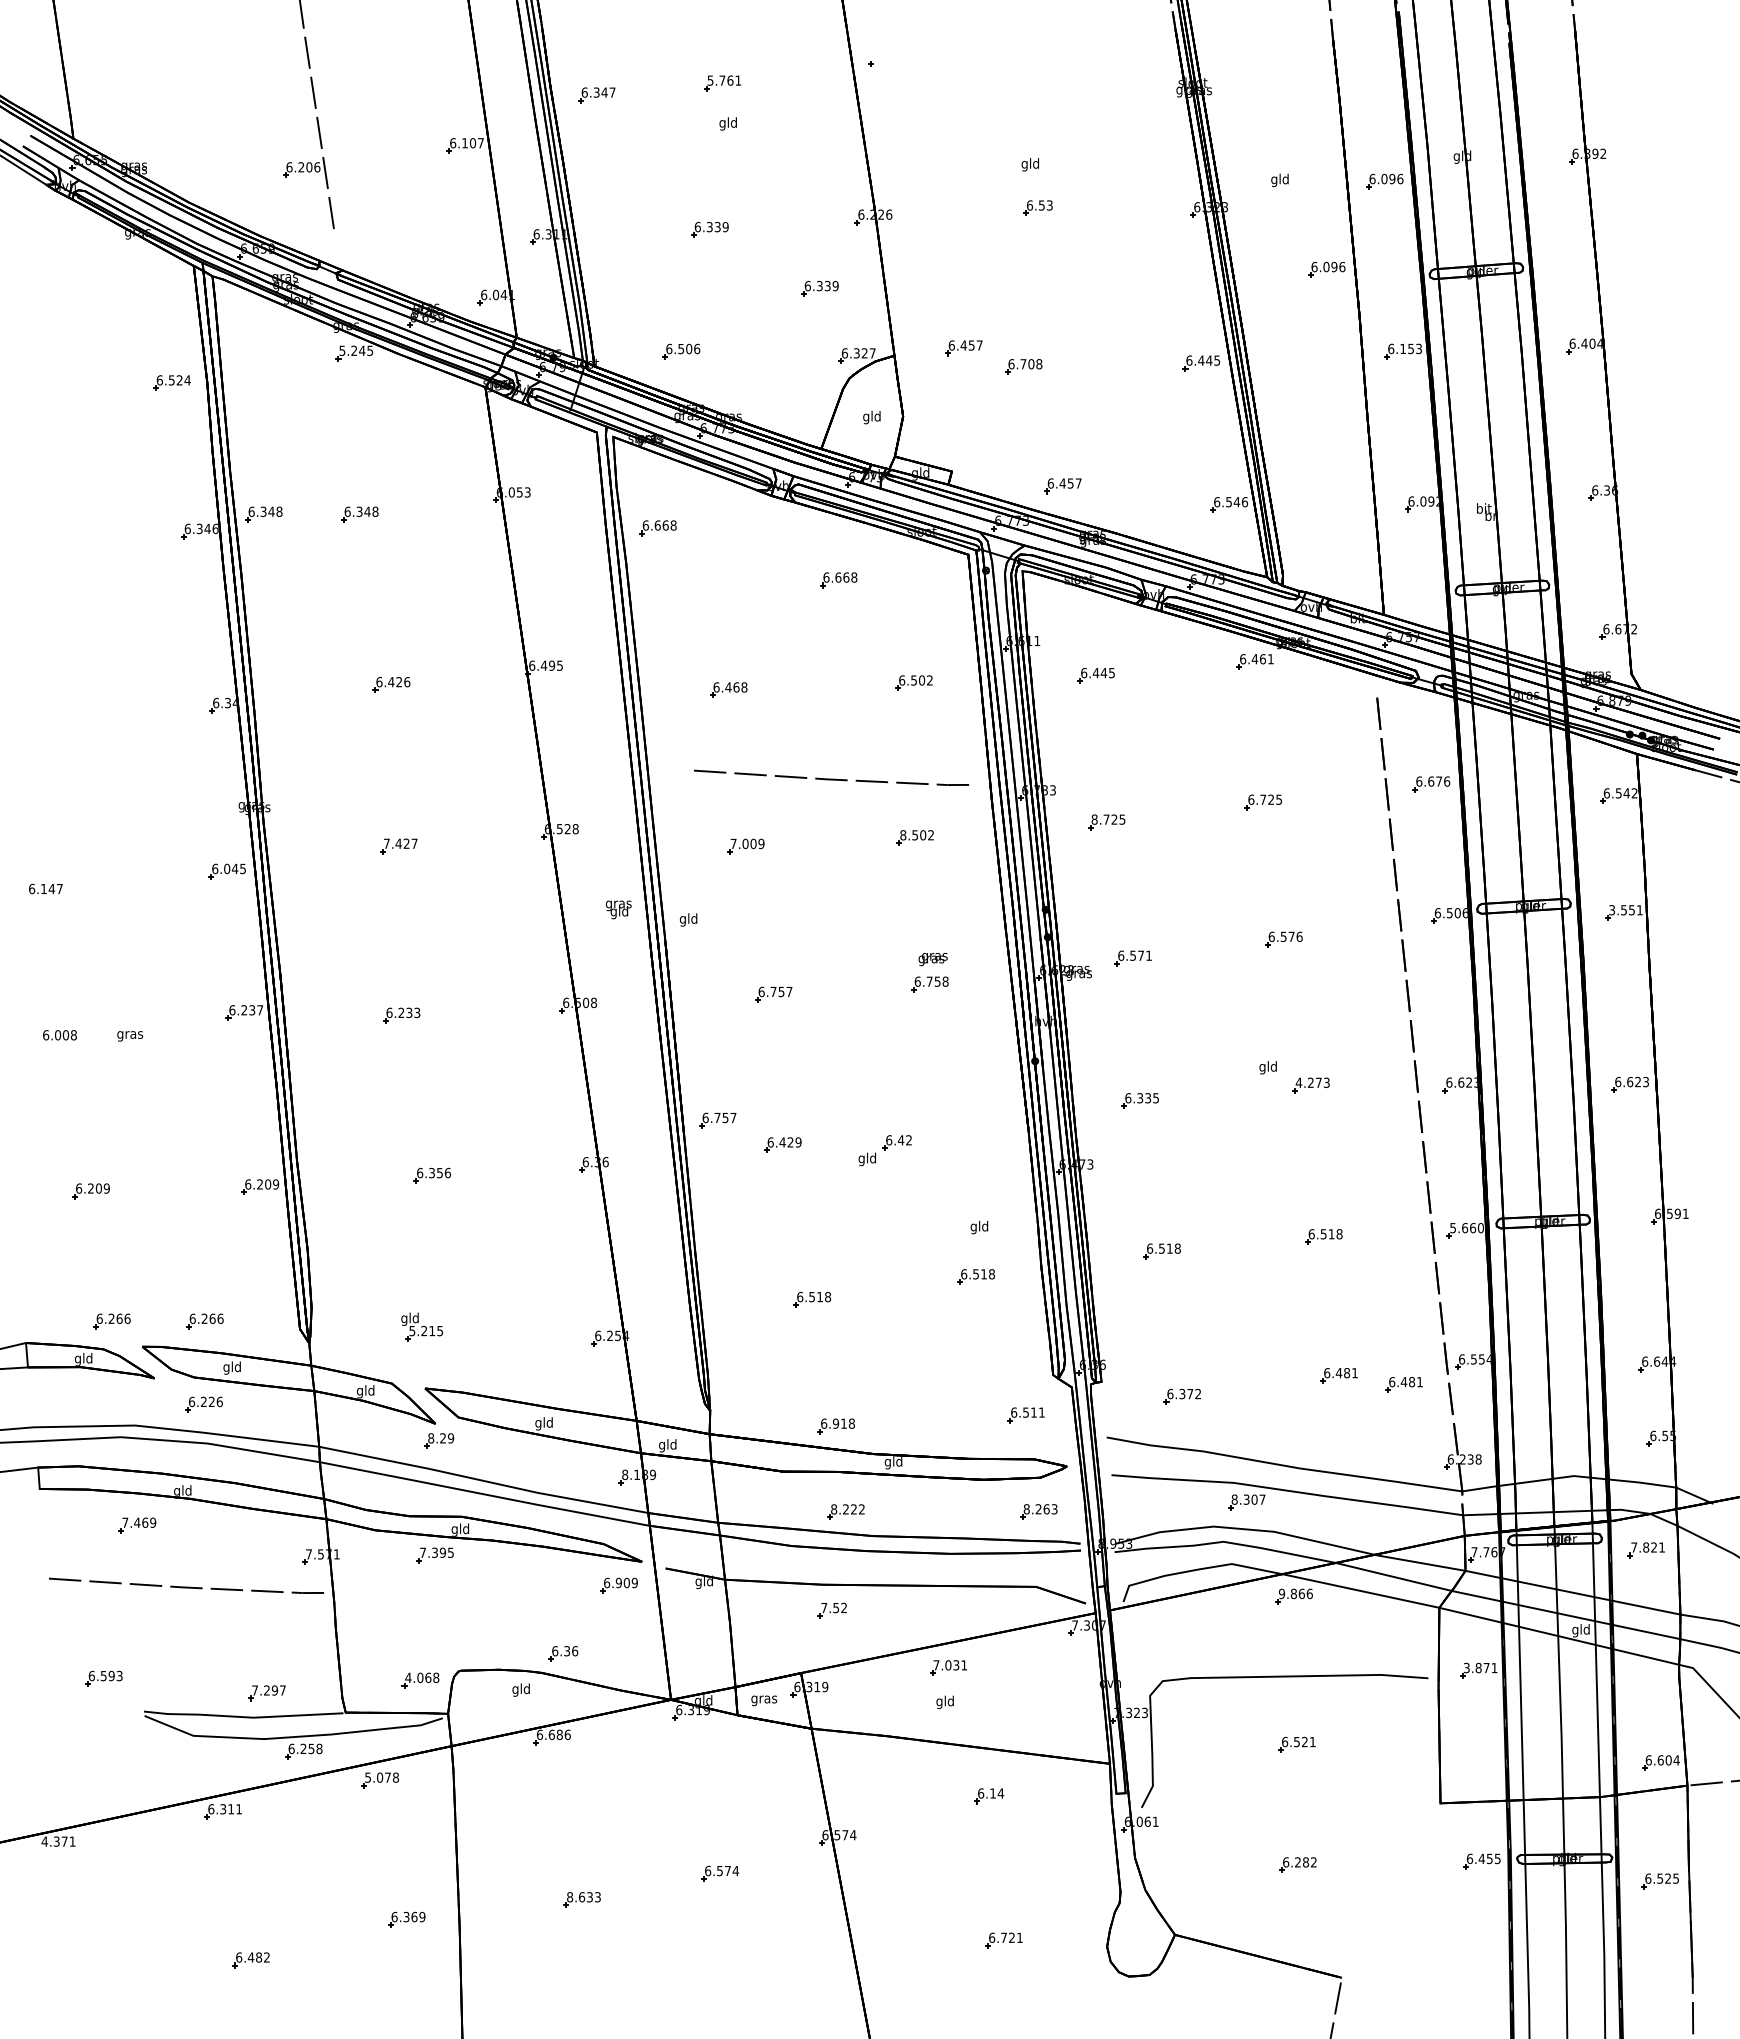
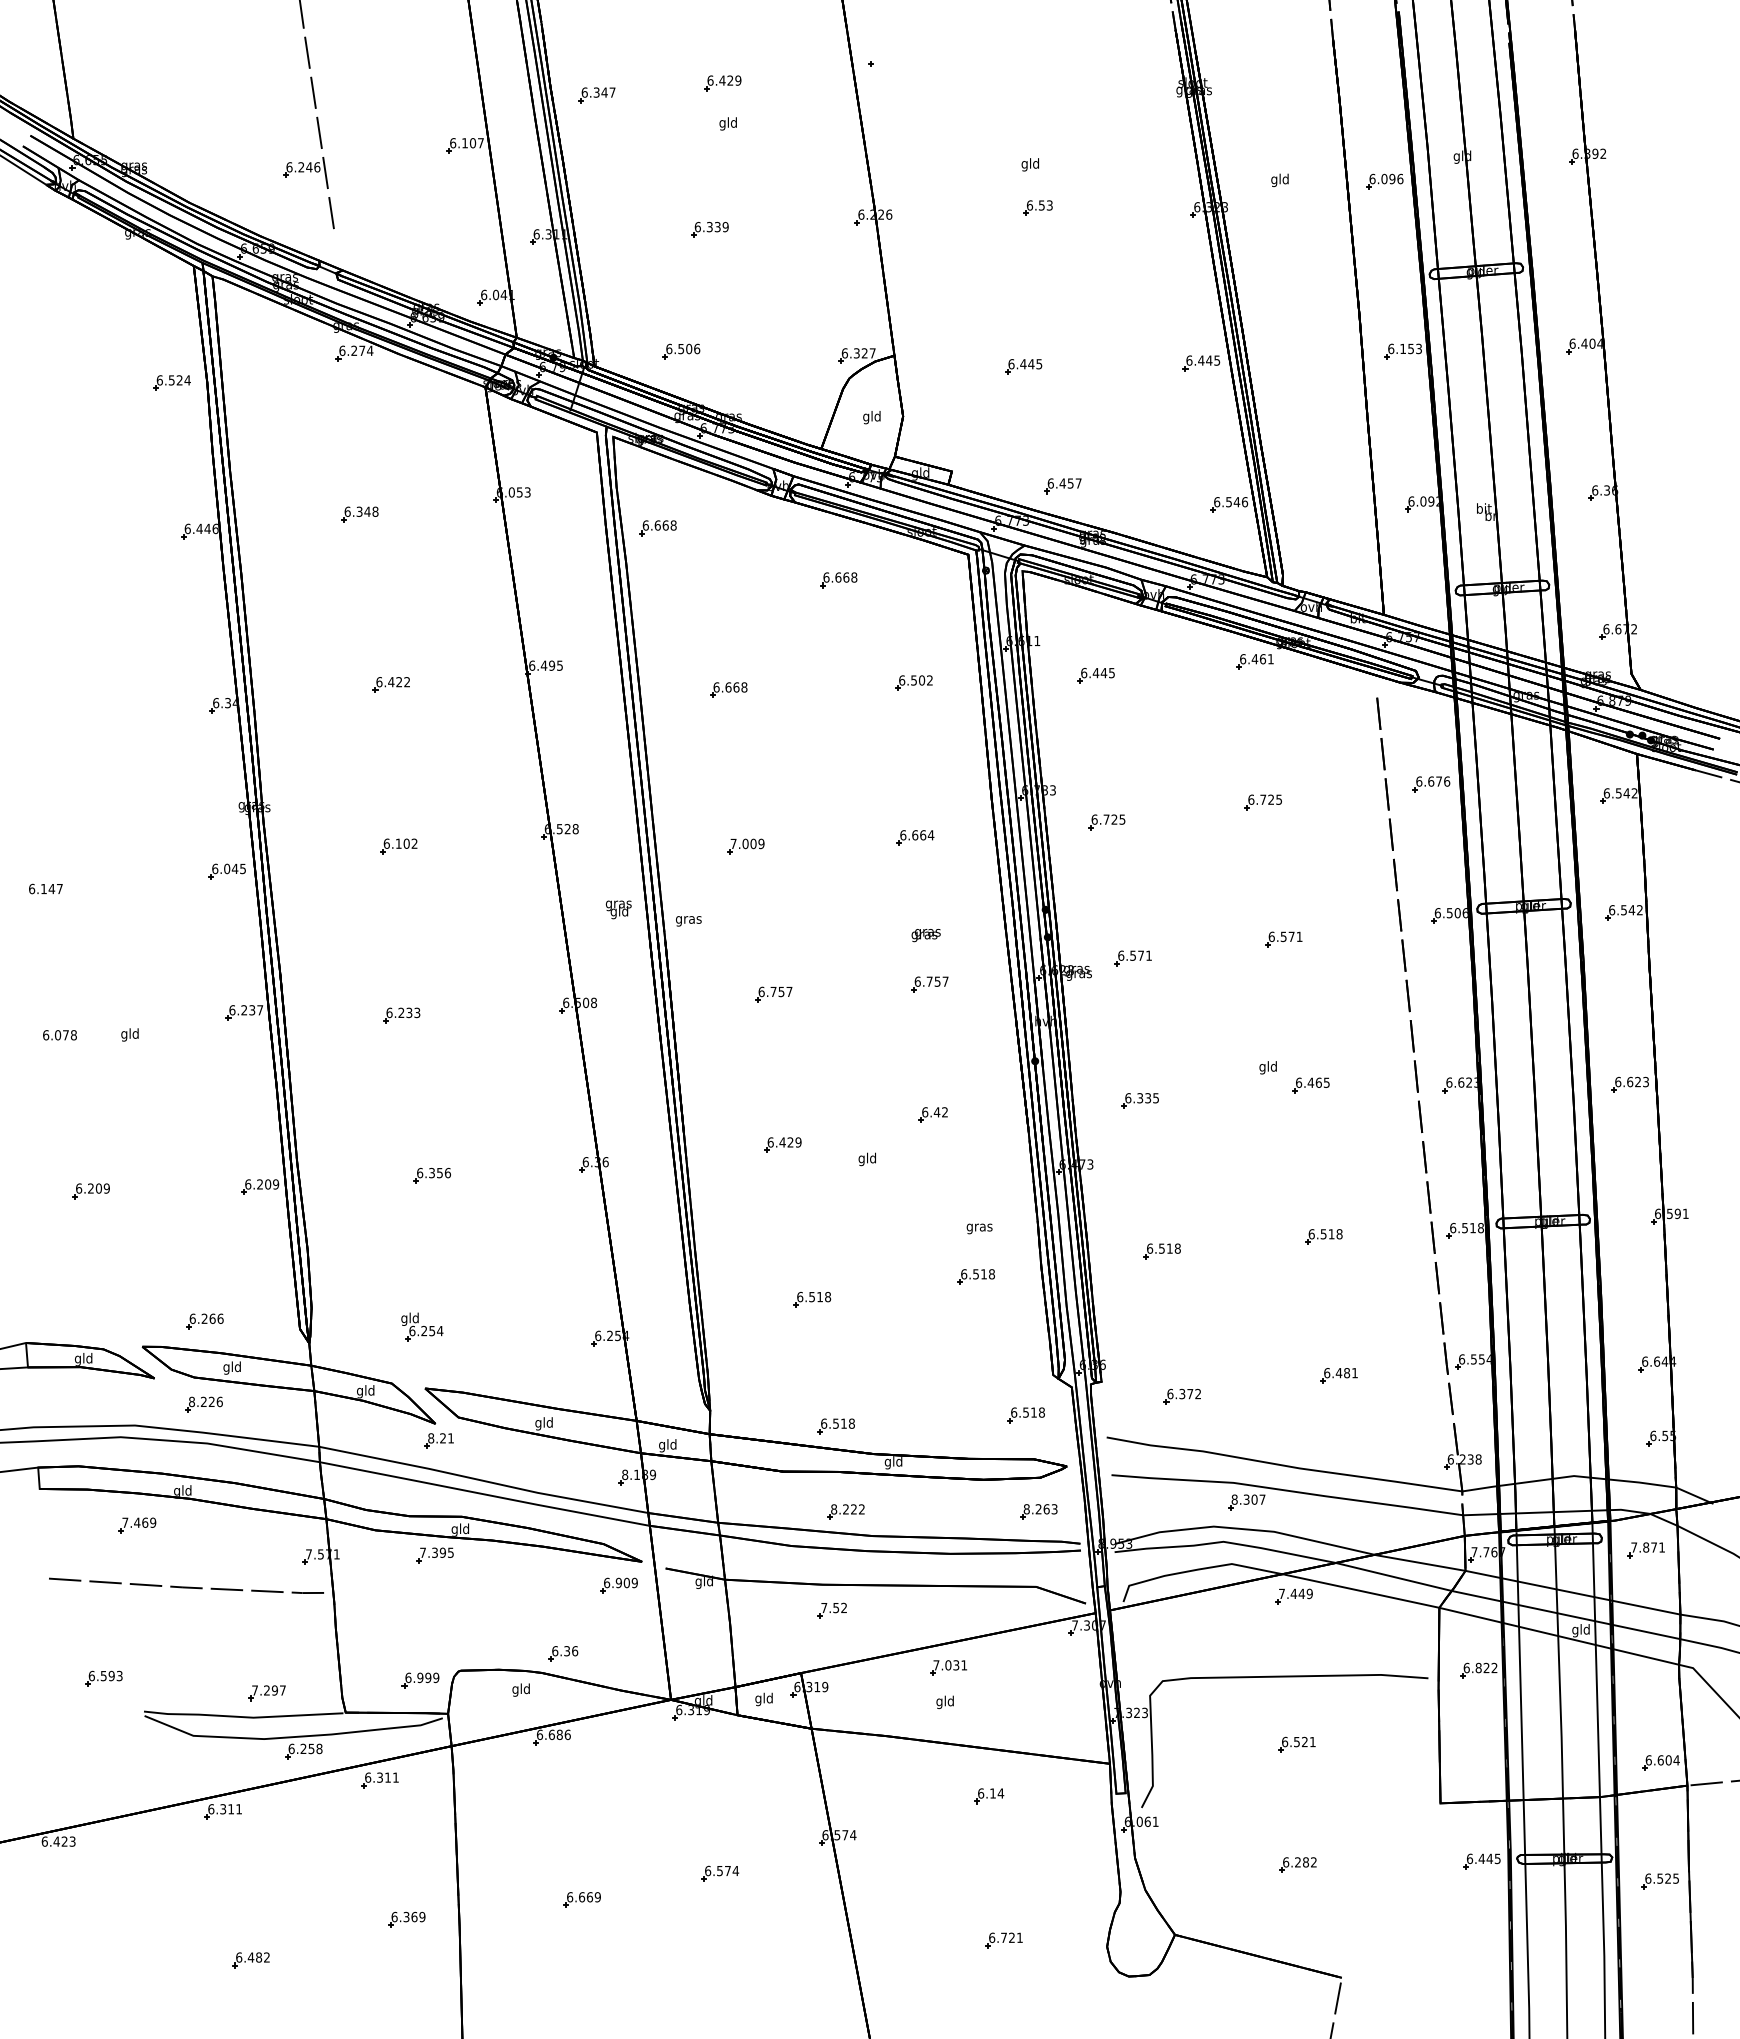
text at (724, 80): 5.761 -> 6.429
text at (309, 167): 6.206 -> 6.246
part at (1326, 269): present -> none
part at (819, 288): present -> none
part at (963, 348): present -> none
text at (356, 350): 5.245 -> 6.274
text at (1031, 364): 6.708 -> 6.445
part at (263, 514): present -> none
text at (199, 528): 6.346 -> 6.446
text at (407, 682): 6.426 -> 6.422
text at (728, 687): 6.468 -> 6.668
line at (831, 778): present -> none
text at (1094, 819): 8.725 -> 6.725
text at (917, 835): 8.502 -> 6.664
text at (400, 843): 7.427 -> 6.102
text at (1625, 910): 3.551 -> 6.542
text at (688, 919): gld -> gras
text at (1299, 936): 6.576 -> 6.571
text at (932, 959) position: (932, 959) -> (925, 935)
text at (945, 981): 6.758 -> 6.757
text at (130, 1034): gras -> gld
text at (65, 1035): 6.008 -> 6.078
text at (1312, 1082): 4.273 -> 6.465
part at (717, 1120): present -> none
part at (896, 1142) position: (896, 1142) -> (932, 1114)
text at (979, 1227): gld -> gras
text at (1467, 1227): 5.660 -> 6.518
part at (111, 1321): present -> none
text at (426, 1330): 5.215 -> 6.254
part at (1403, 1384): present -> none
text at (192, 1401): 6.226 -> 8.226
text at (1041, 1412): 6.511 -> 6.518
text at (836, 1423): 6.918 -> 6.518
text at (451, 1438): 8.29 -> 8.21
text at (1653, 1547): 7.821 -> 7.871
text at (1295, 1593): 9.866 -> 7.449
text at (1480, 1667): 3.871 -> 6.822
text at (422, 1677): 4.068 -> 6.999
text at (764, 1699): gras -> gld
text at (381, 1777): 5.078 -> 6.311
text at (58, 1841): 4.371 -> 6.423
text at (1489, 1858): 6.455 -> 6.445
text at (583, 1897): 8.633 -> 6.669
